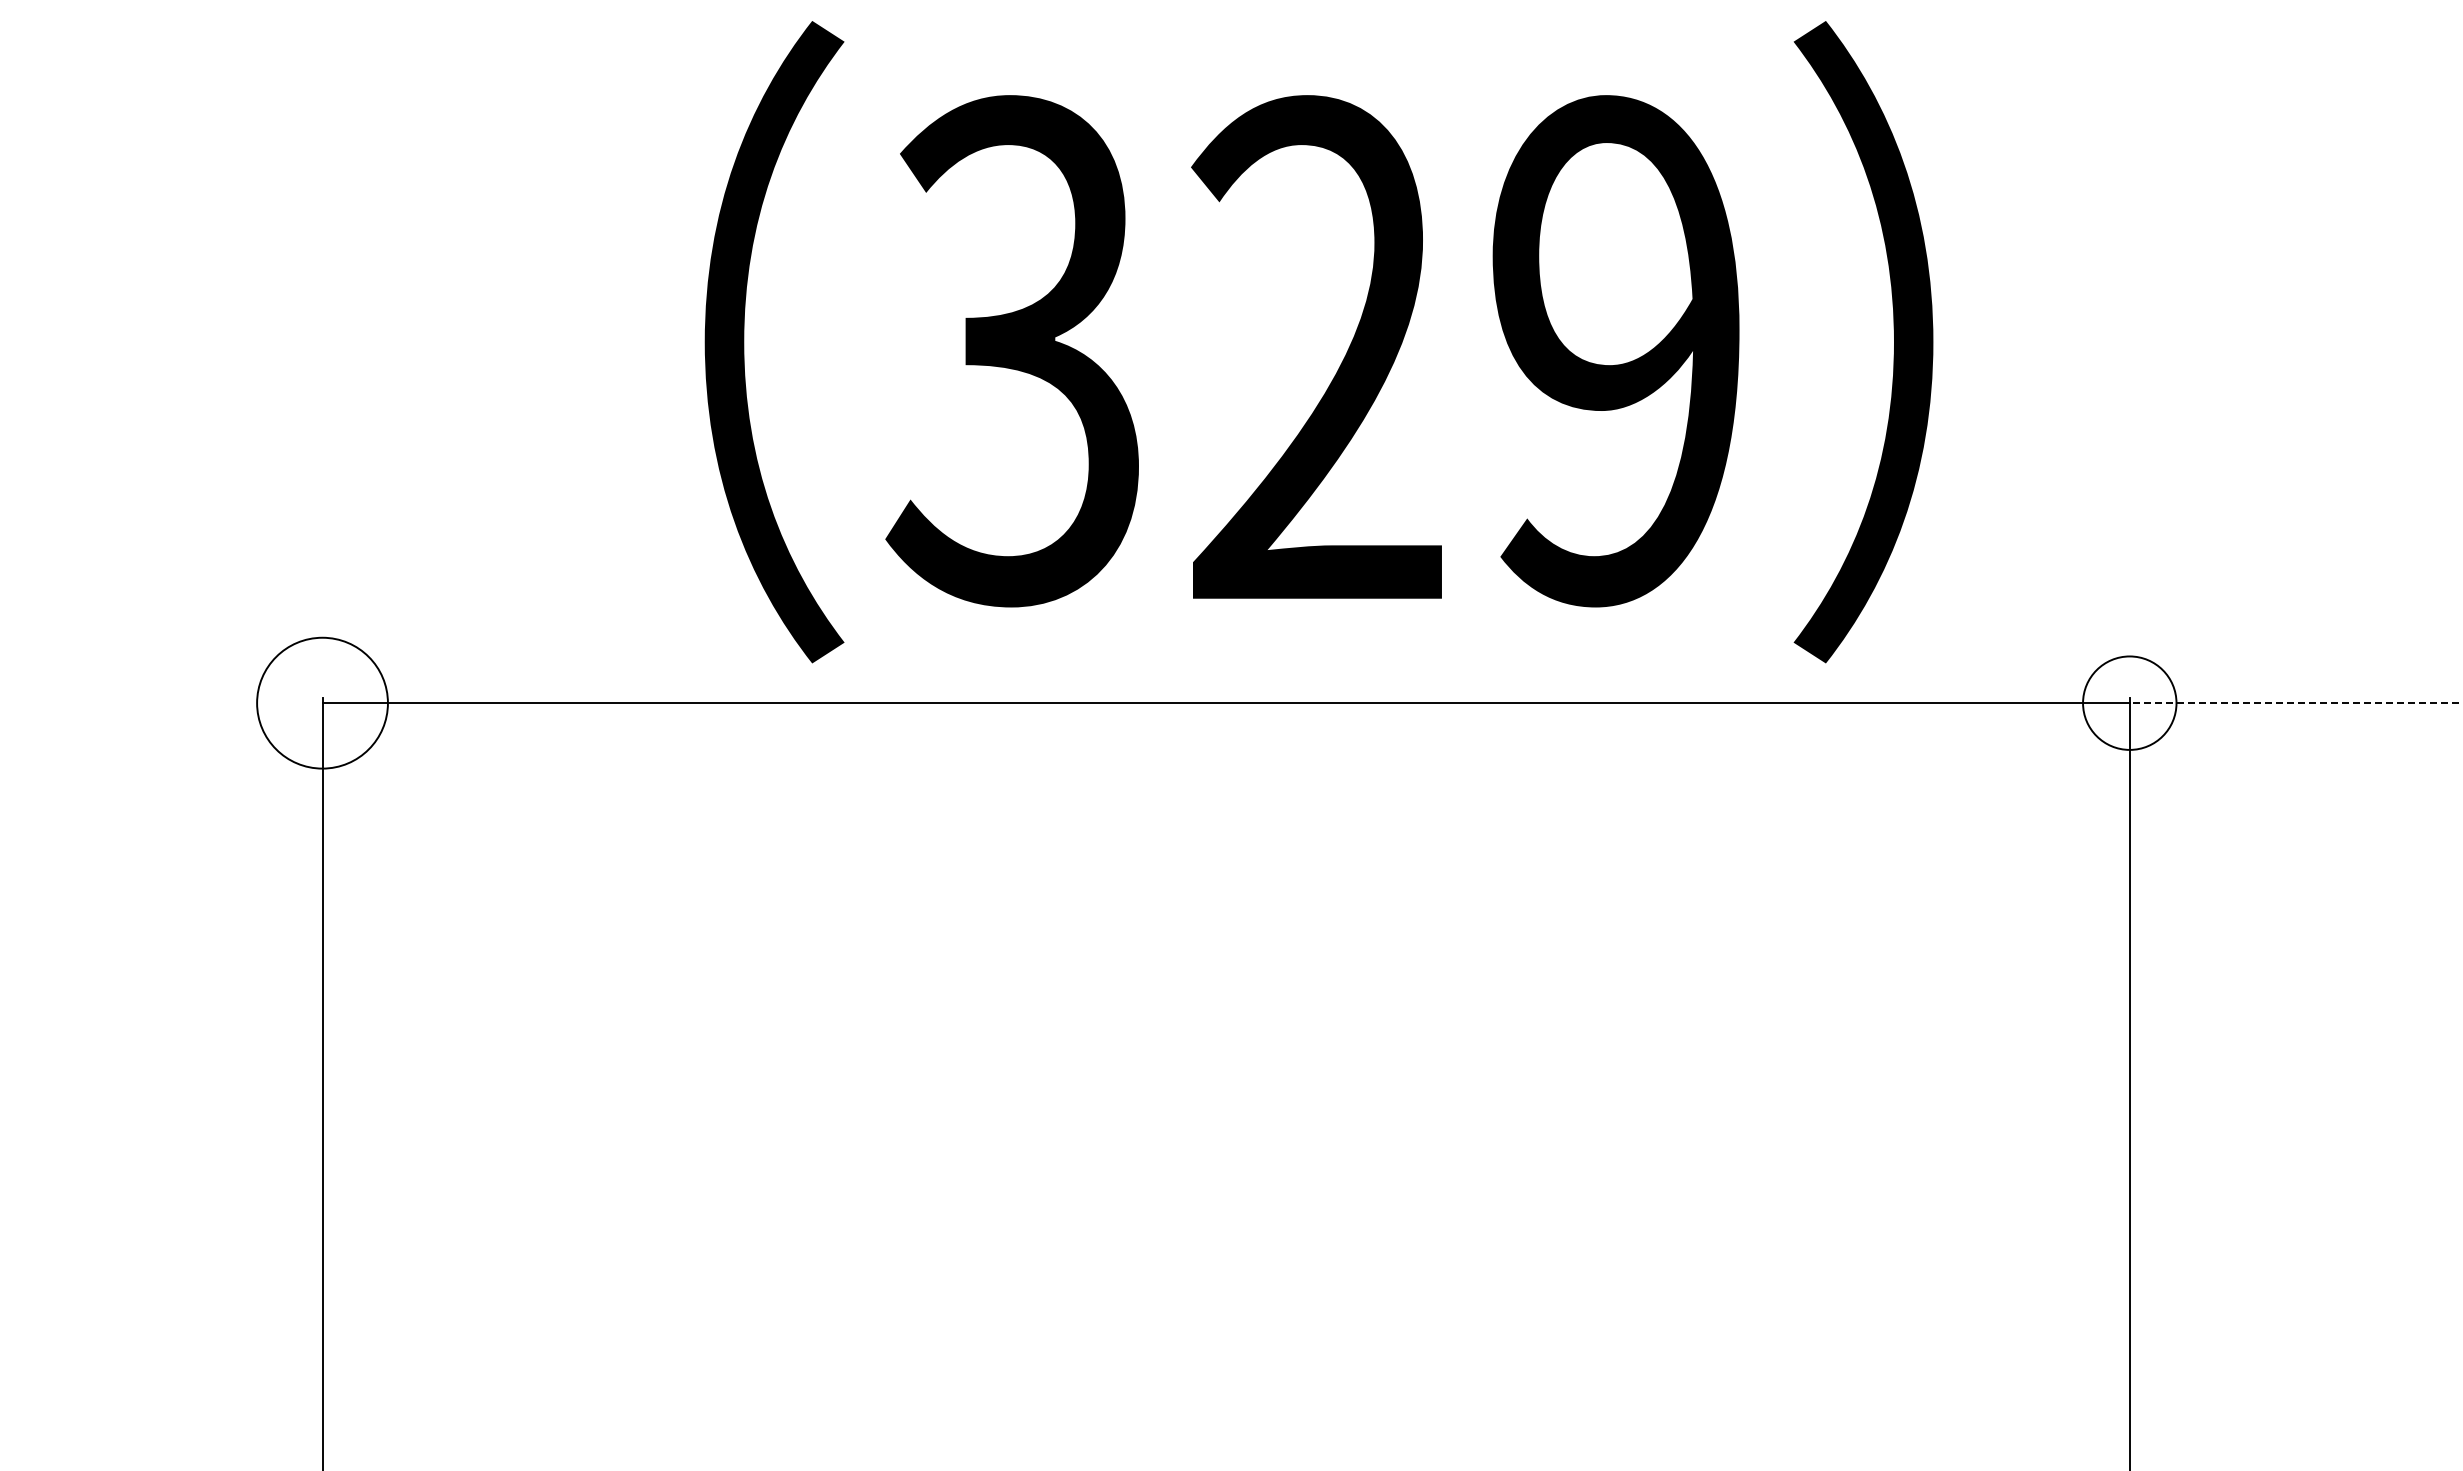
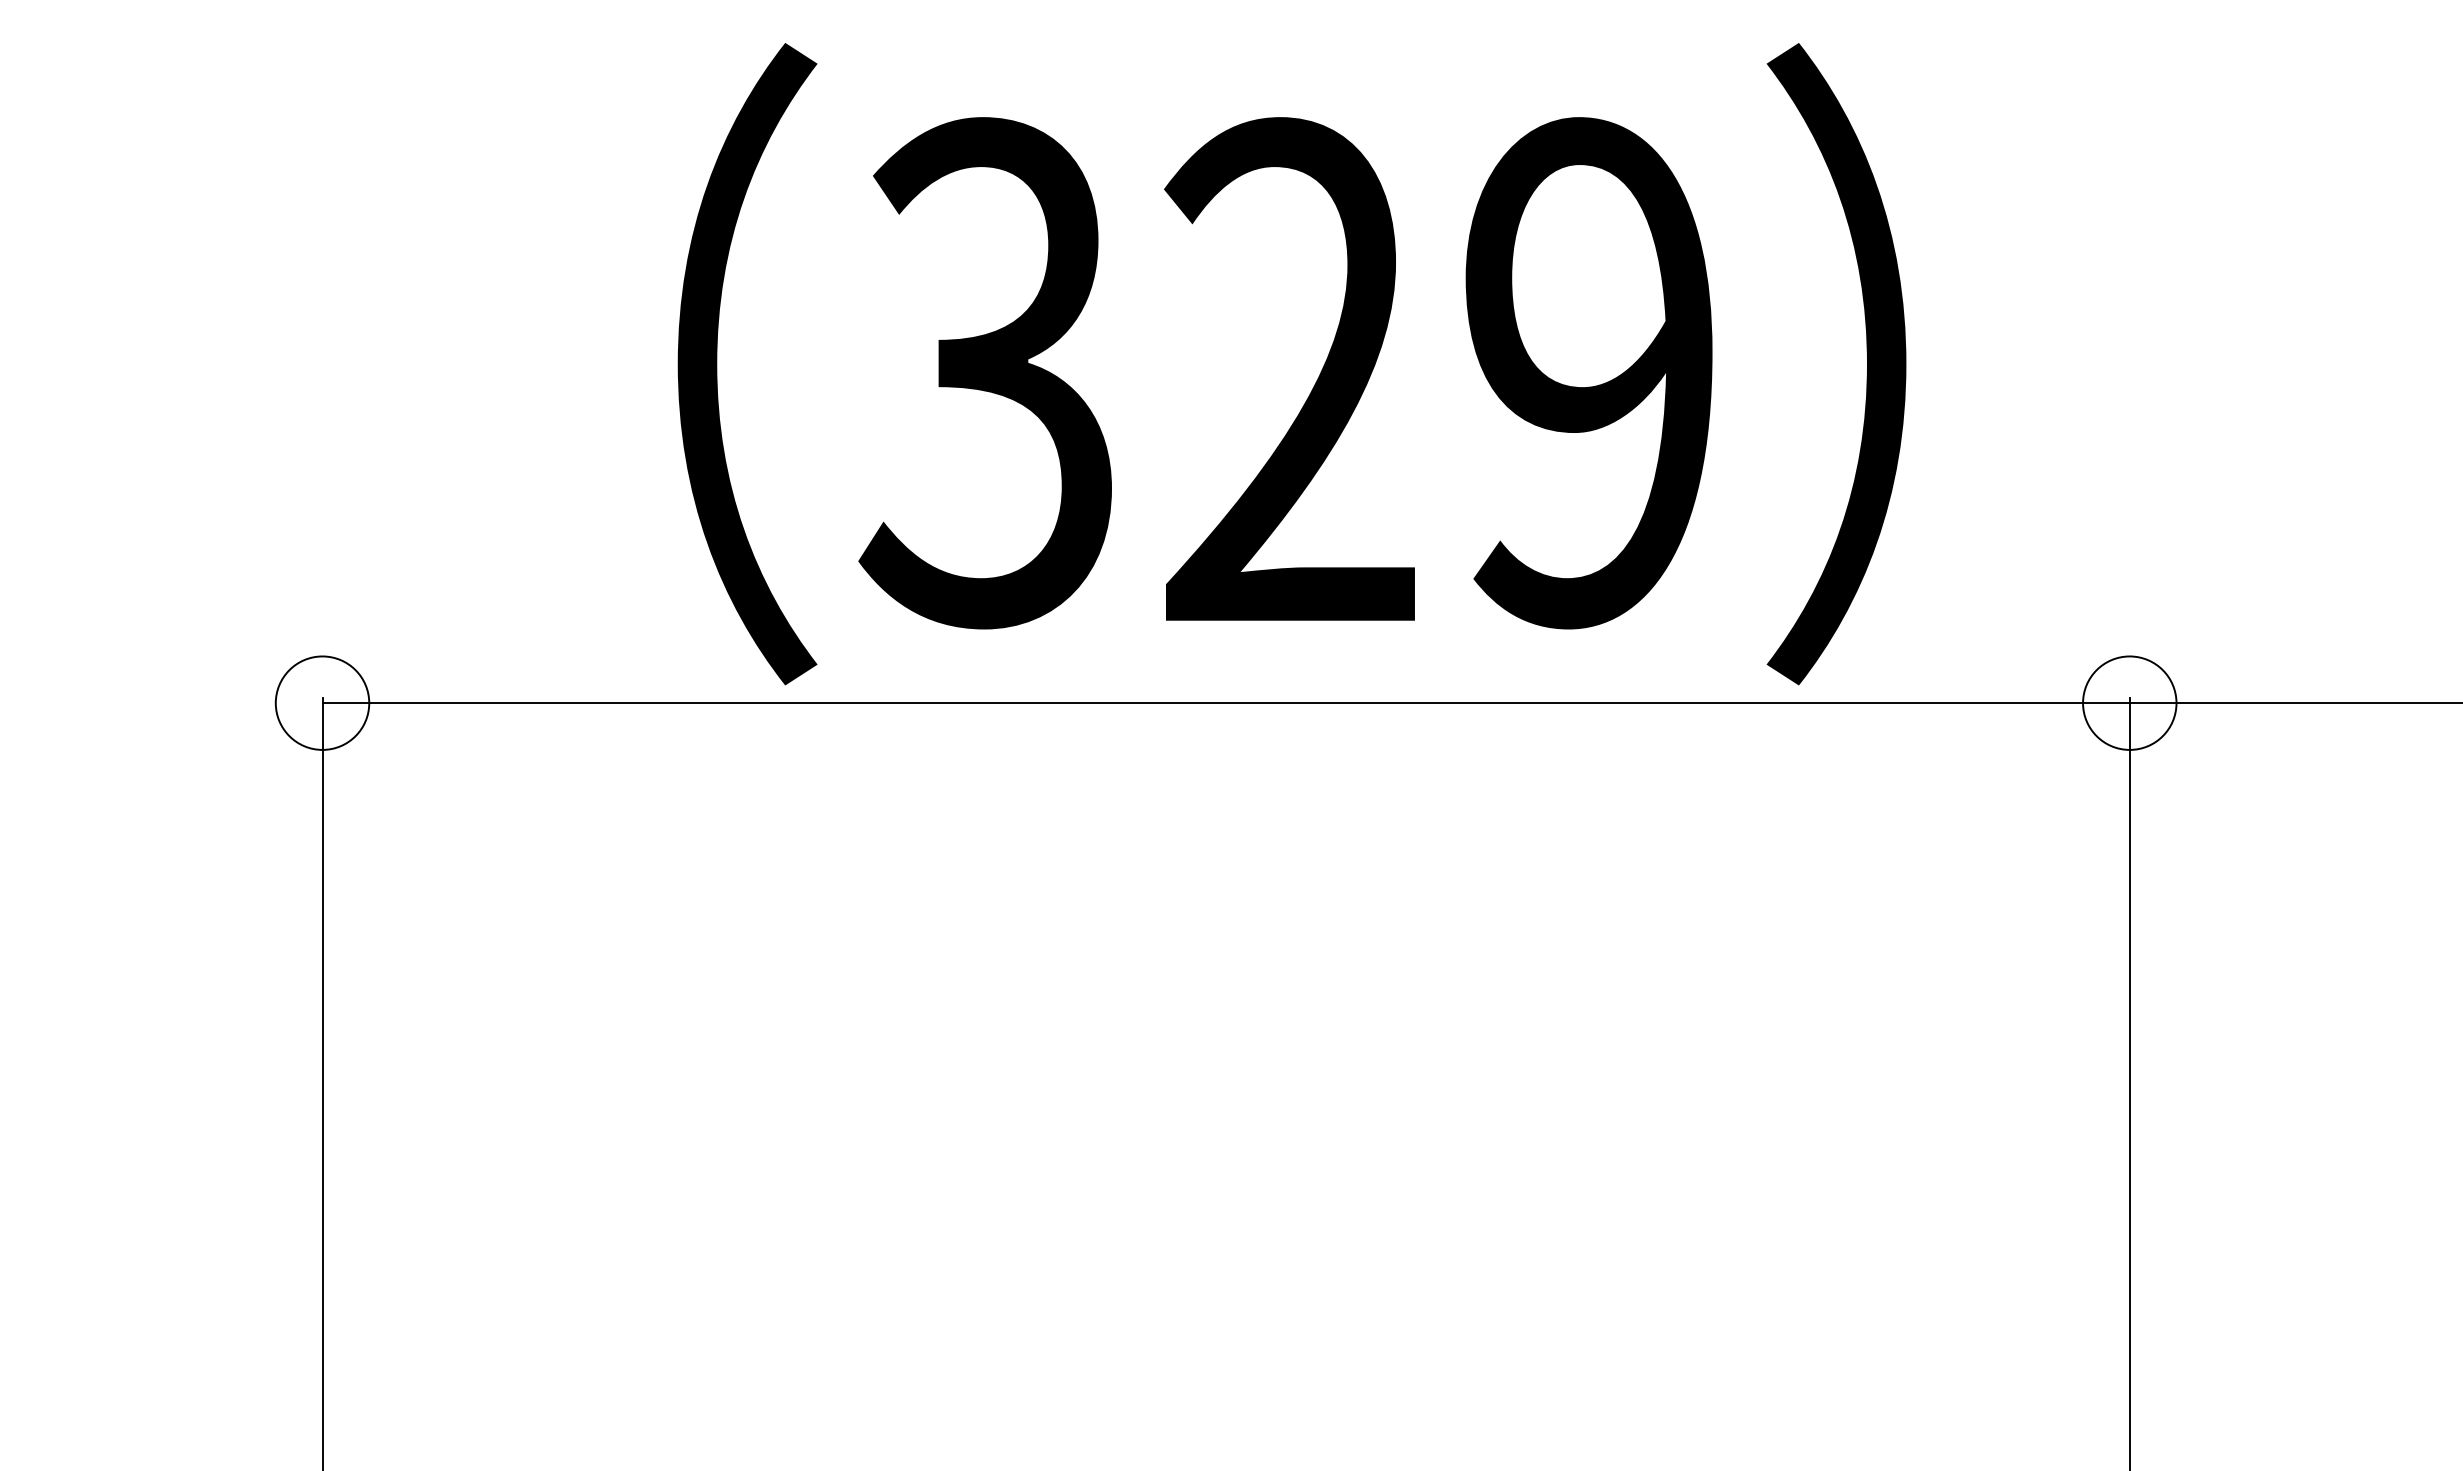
text at (1318, 342) position: (1318, 342) -> (1291, 364)
circle at (322, 702) diameter: 131 px -> 93 px
line at (2295, 703): dashed -> solid
